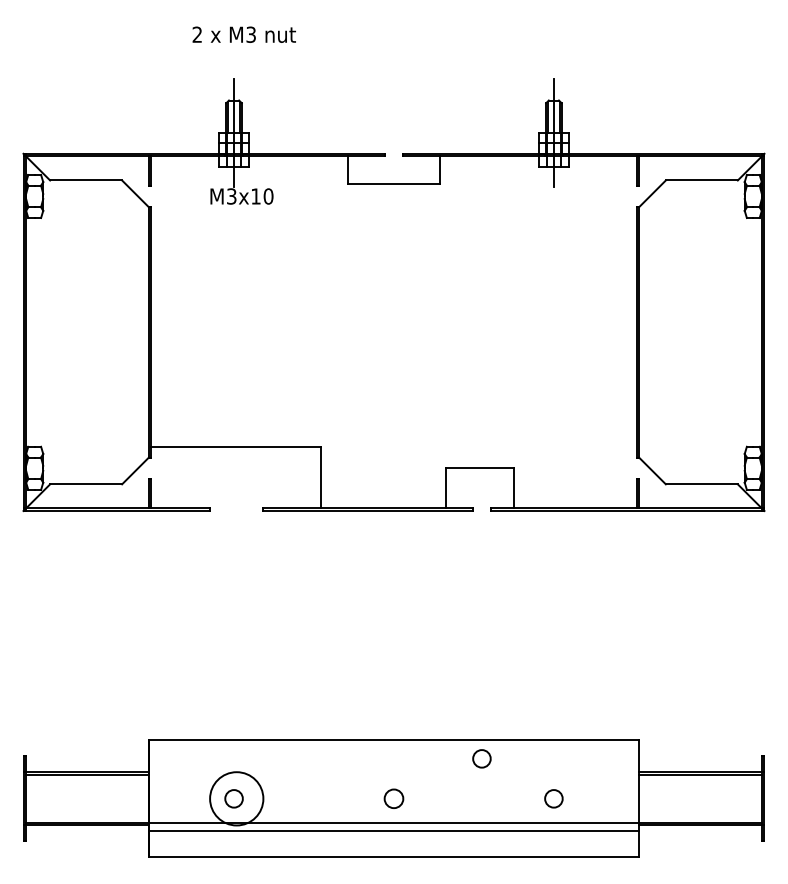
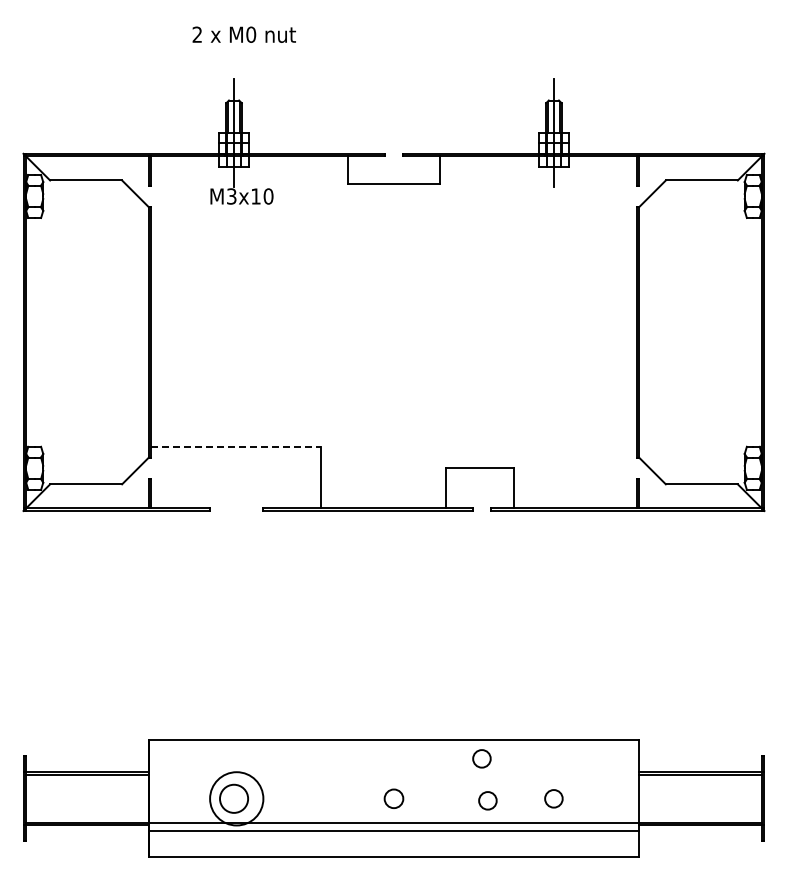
text at (251, 34): M3 -> M0
line at (236, 446): solid -> dashed
circle at (233, 798) diameter: 18 px -> 28 px
circle at (487, 800): none -> present
